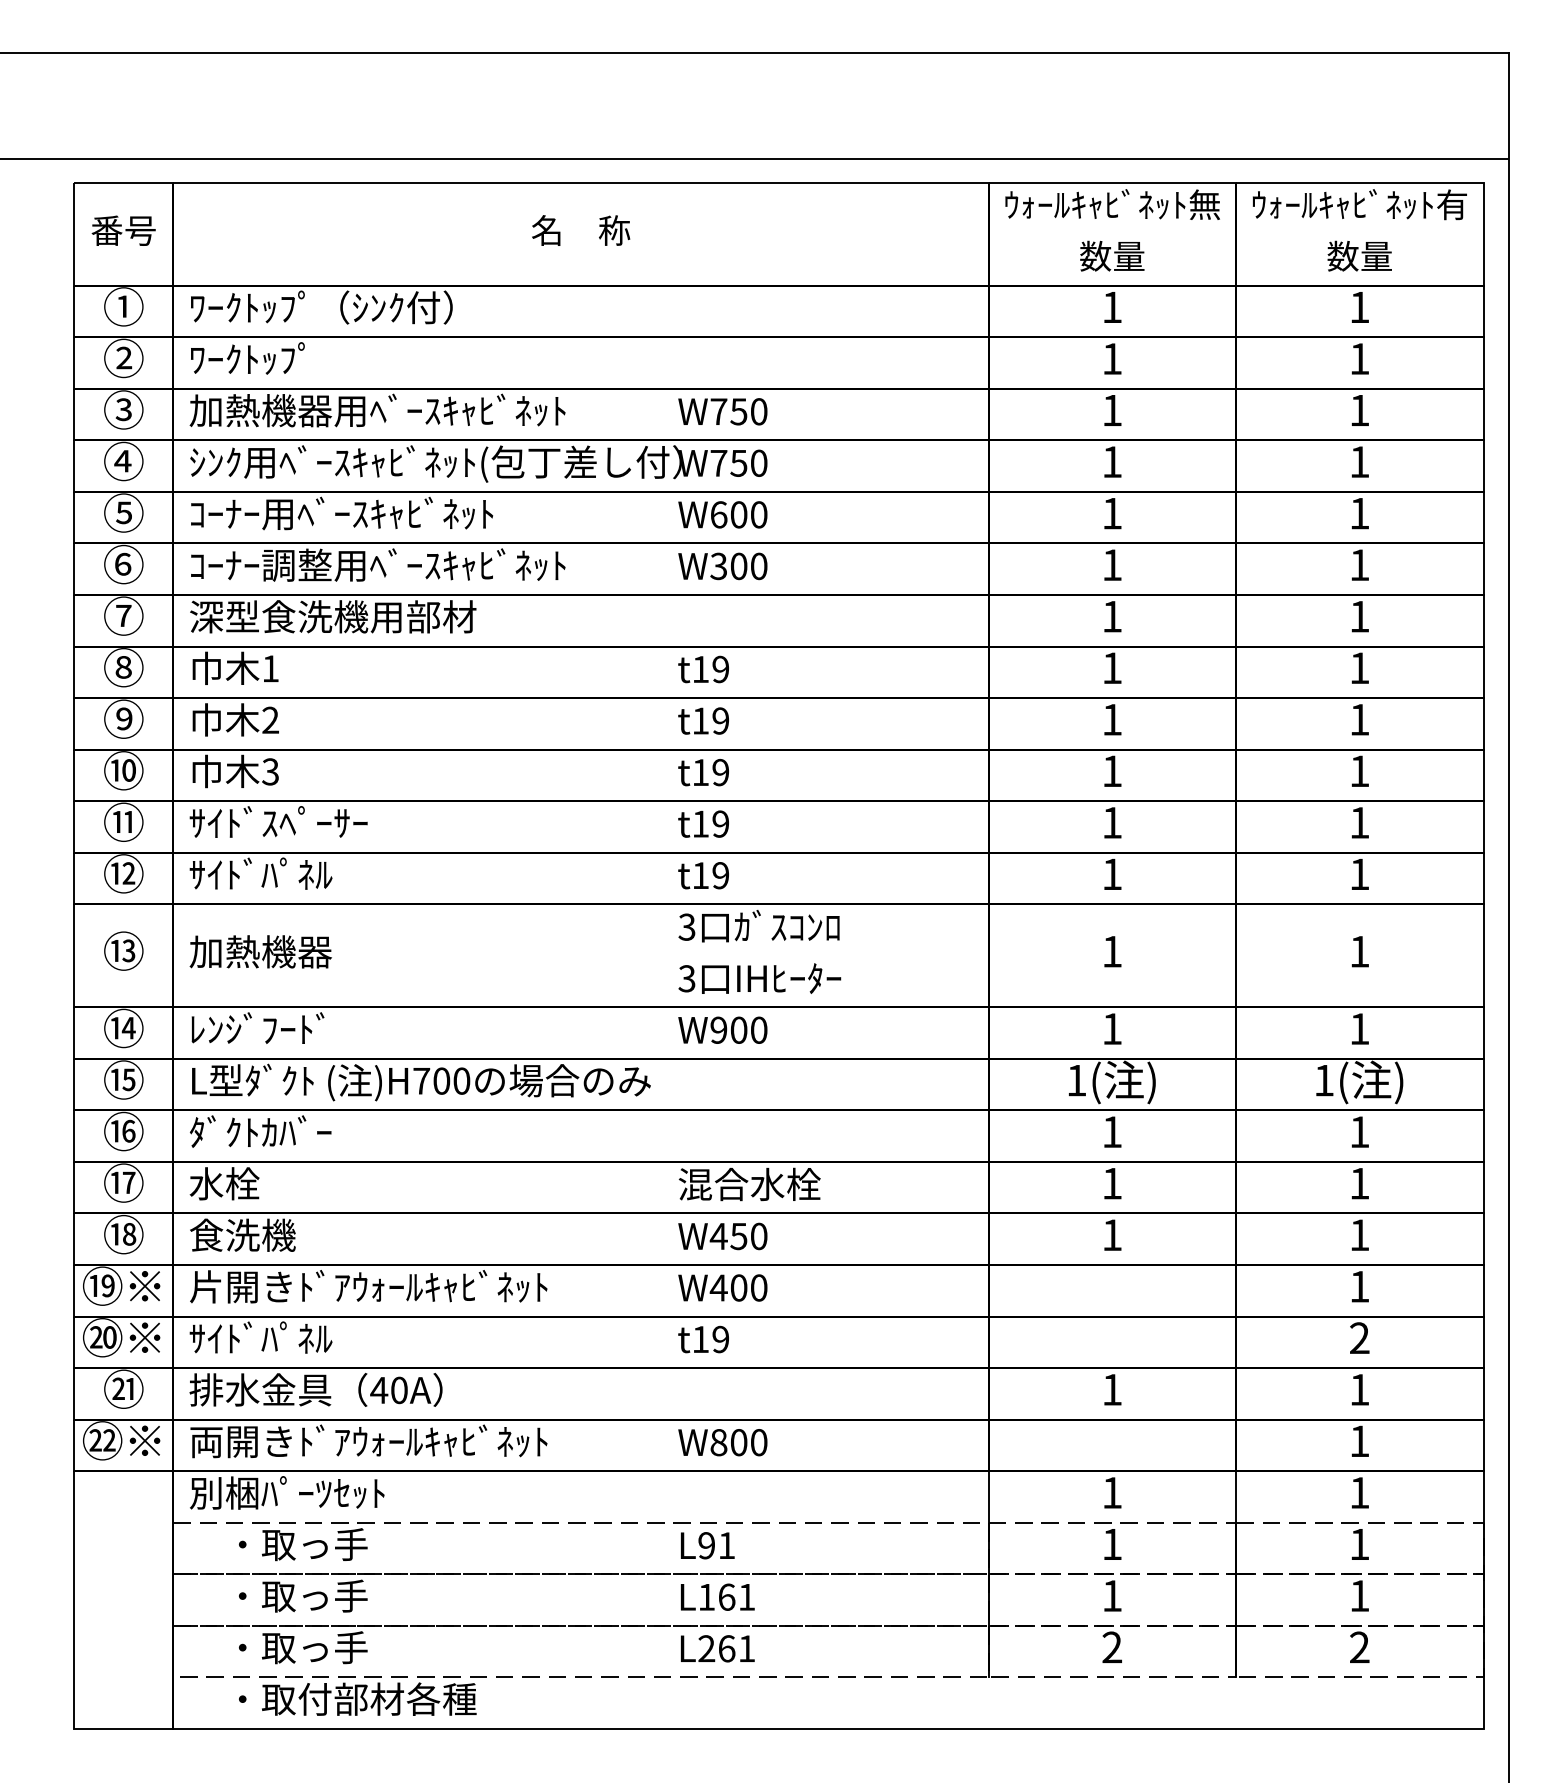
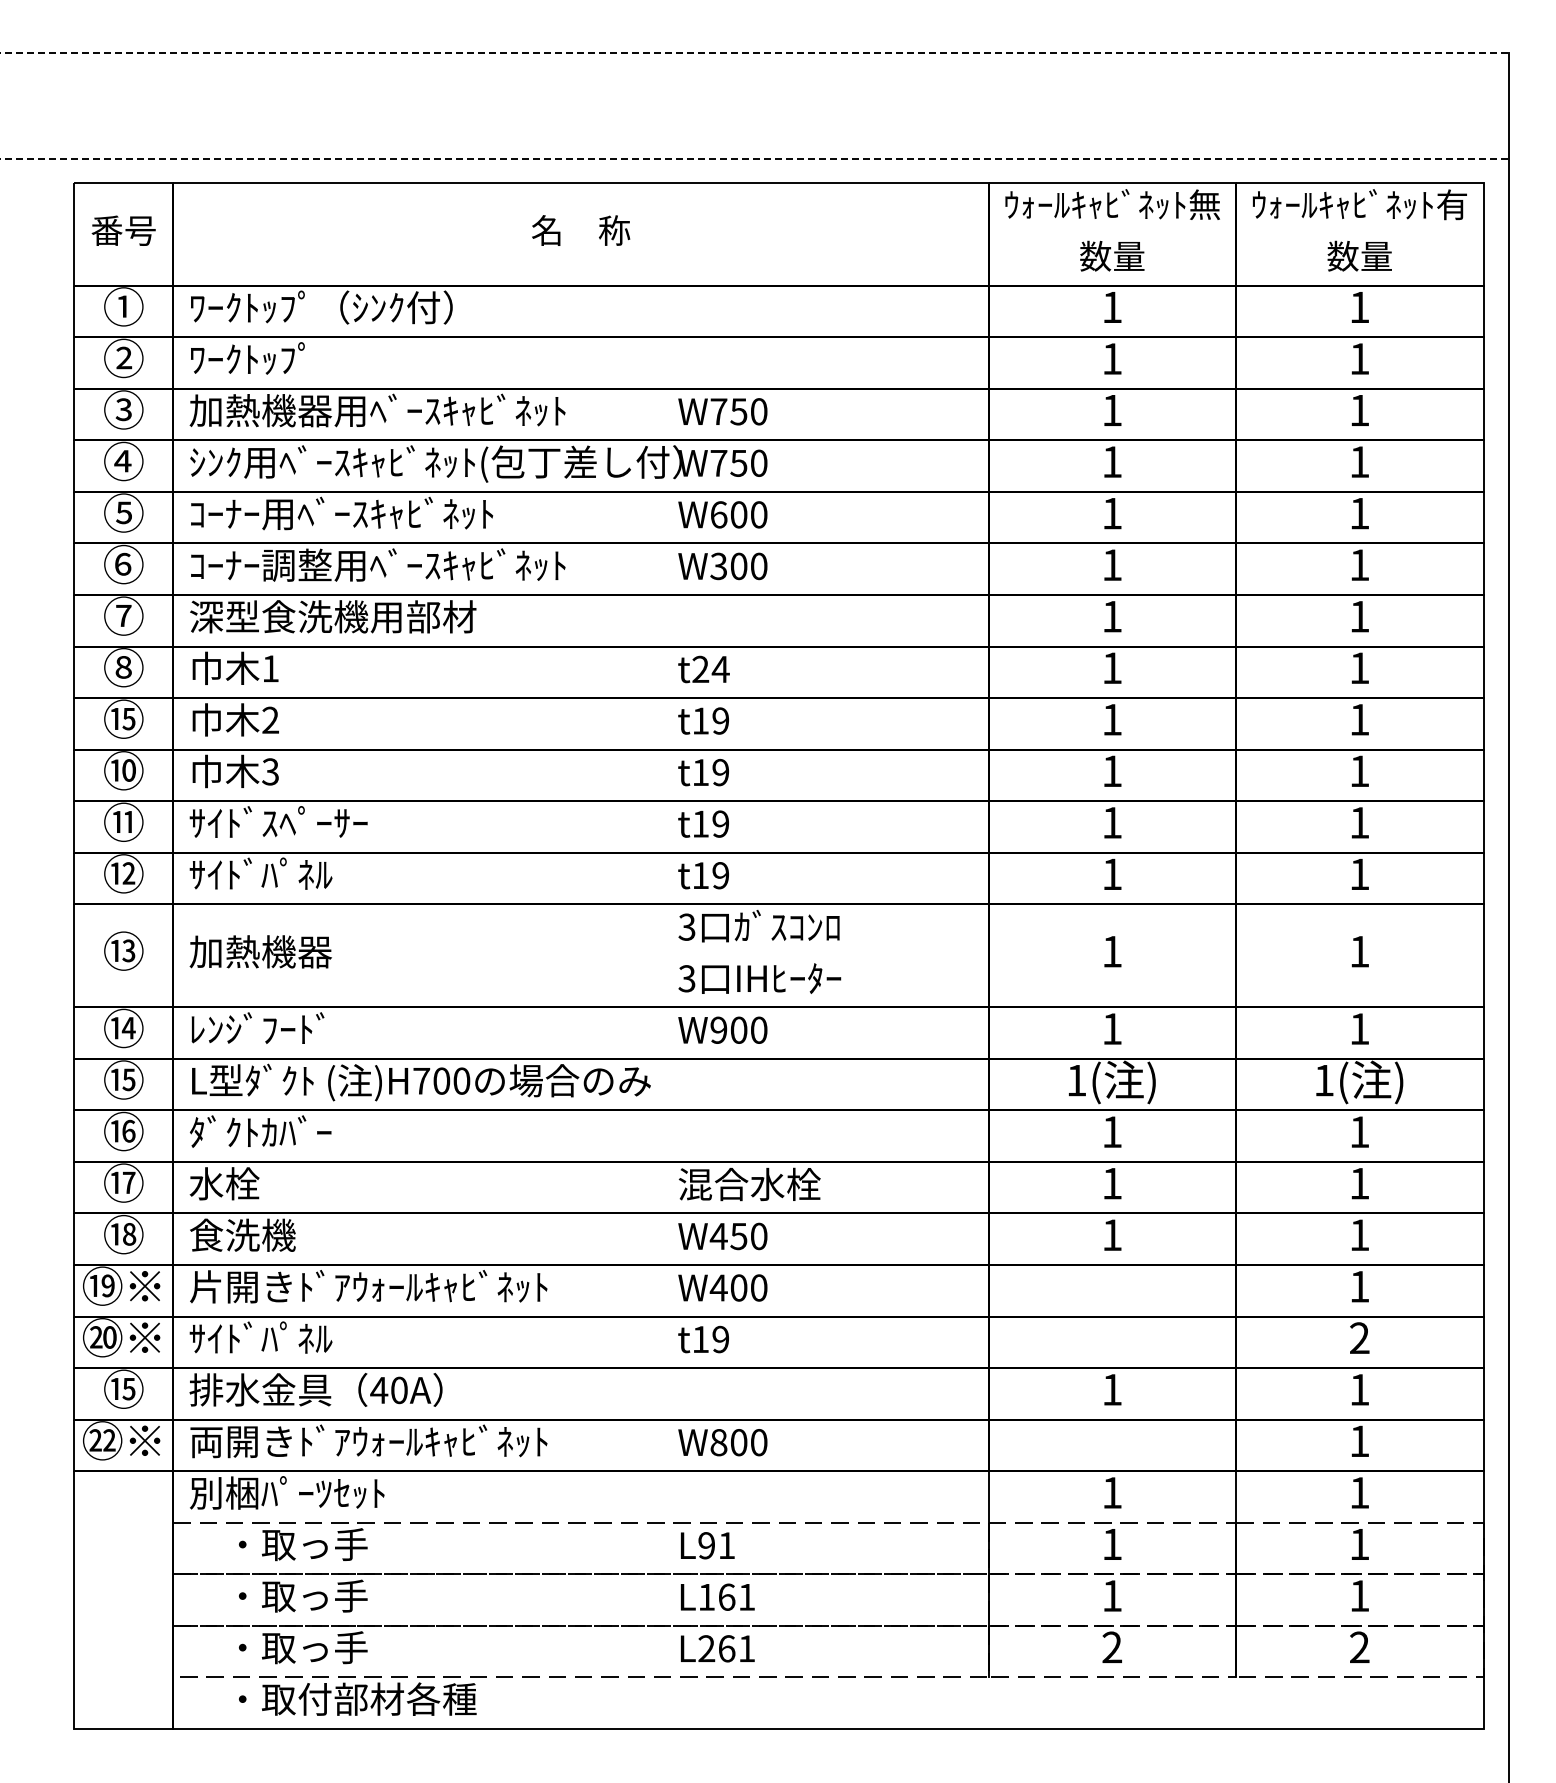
line at (755, 53): solid -> dashed
line at (755, 159): solid -> dashed
text at (710, 669): t19 -> t24
text at (123, 718): ⑨ -> ⑮
text at (123, 1388): ㉑ -> ⑮
